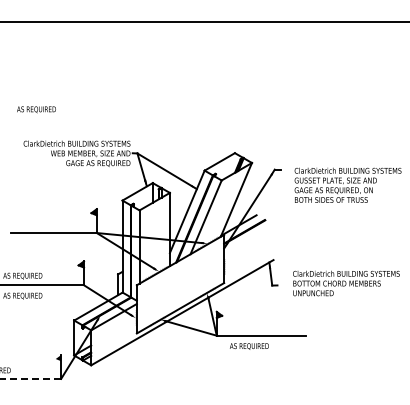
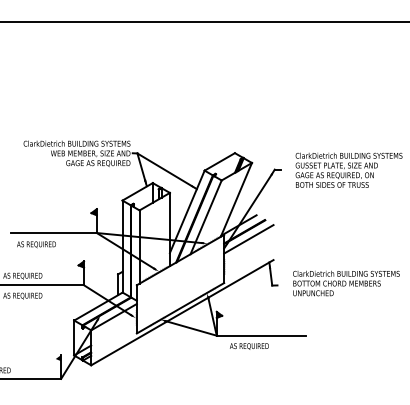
text at (36, 109) position: (36, 109) -> (36, 244)
text at (347, 184) position: (347, 184) -> (348, 169)
line at (248, 239): none -> present
line at (30, 378): dashed -> solid
